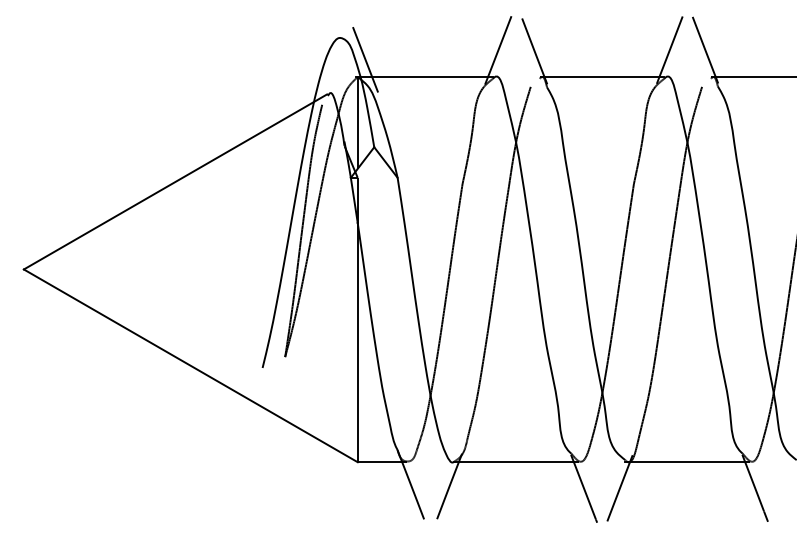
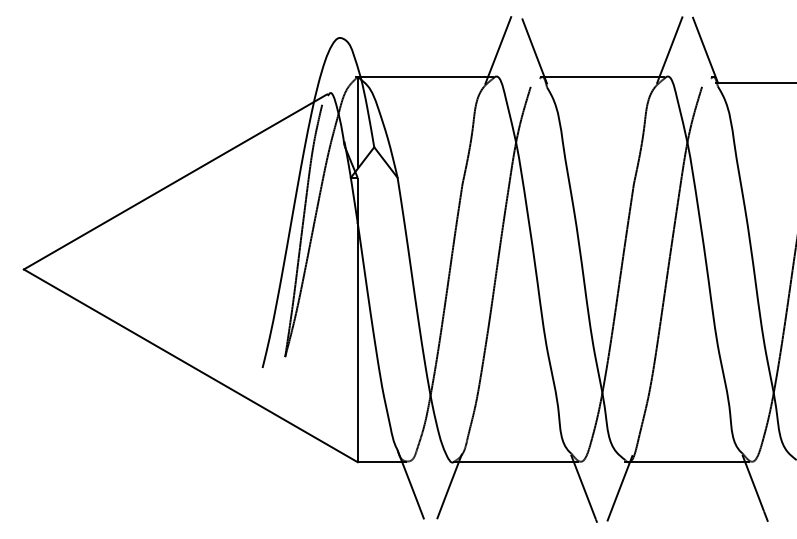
line at (365, 59): present -> none
line at (754, 76) position: (754, 76) -> (754, 82)
